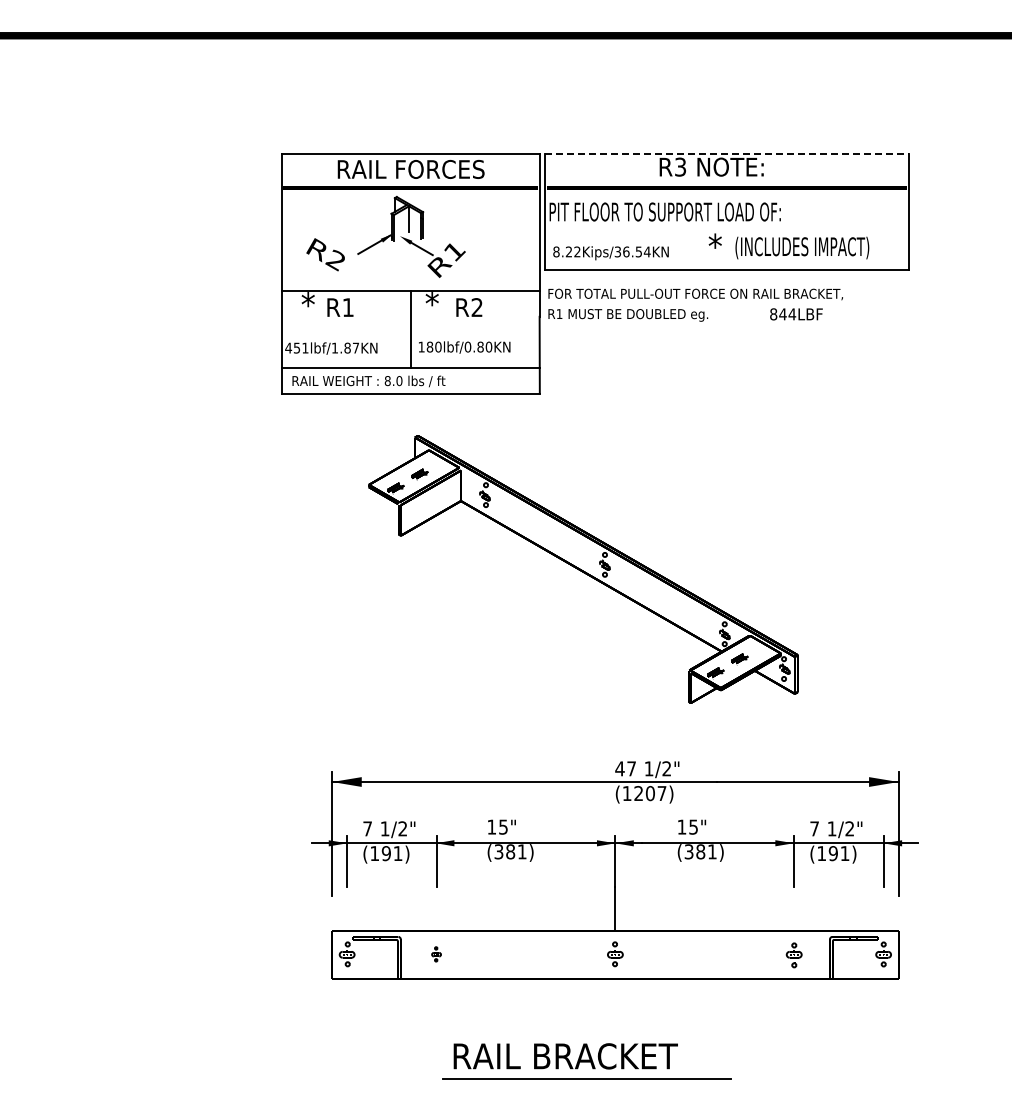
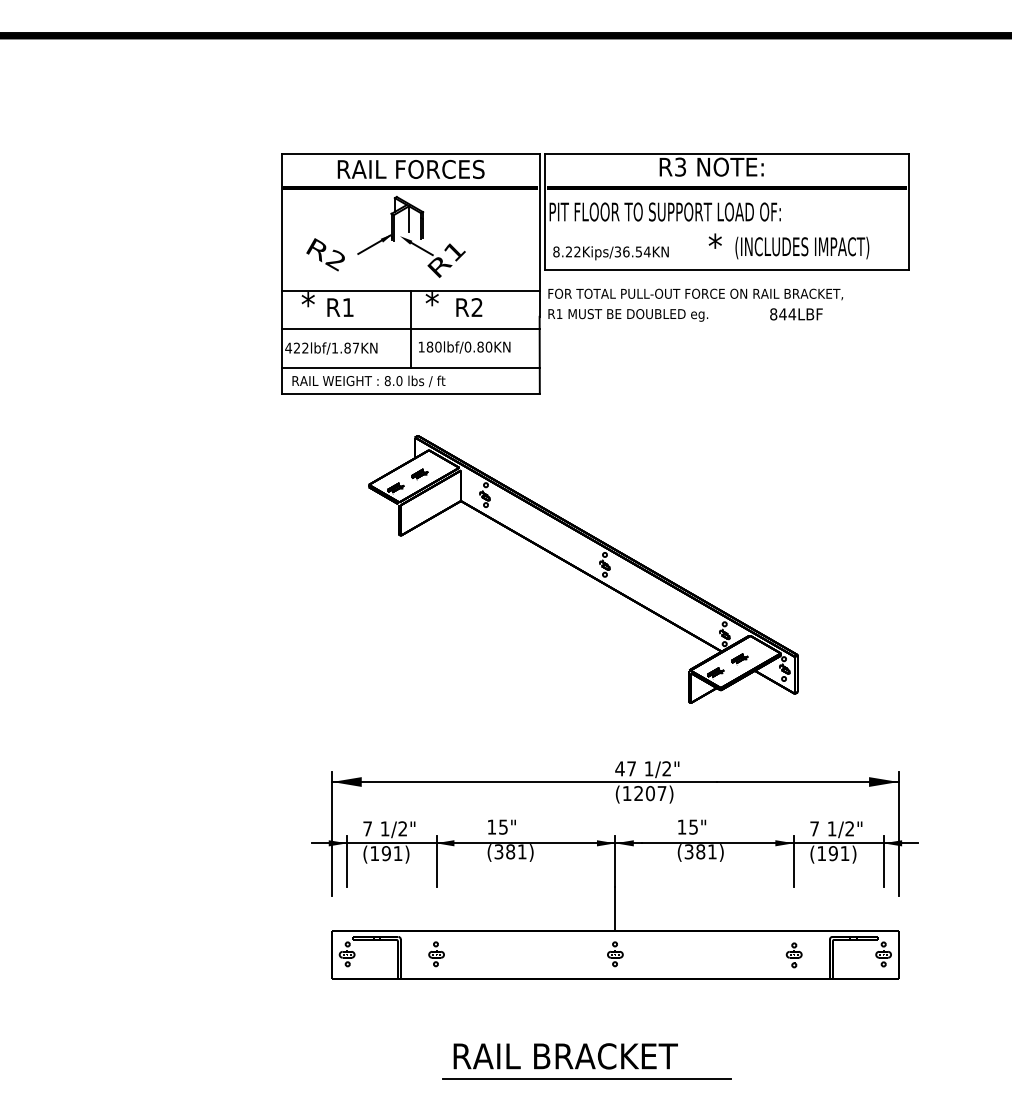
line at (727, 154): dashed -> solid
line at (410, 329): none -> present
text at (301, 347): 451lbf/1.87KN -> 422lbf/1.87KN
part at (436, 954) size: 11x17 px -> 17x27 px
